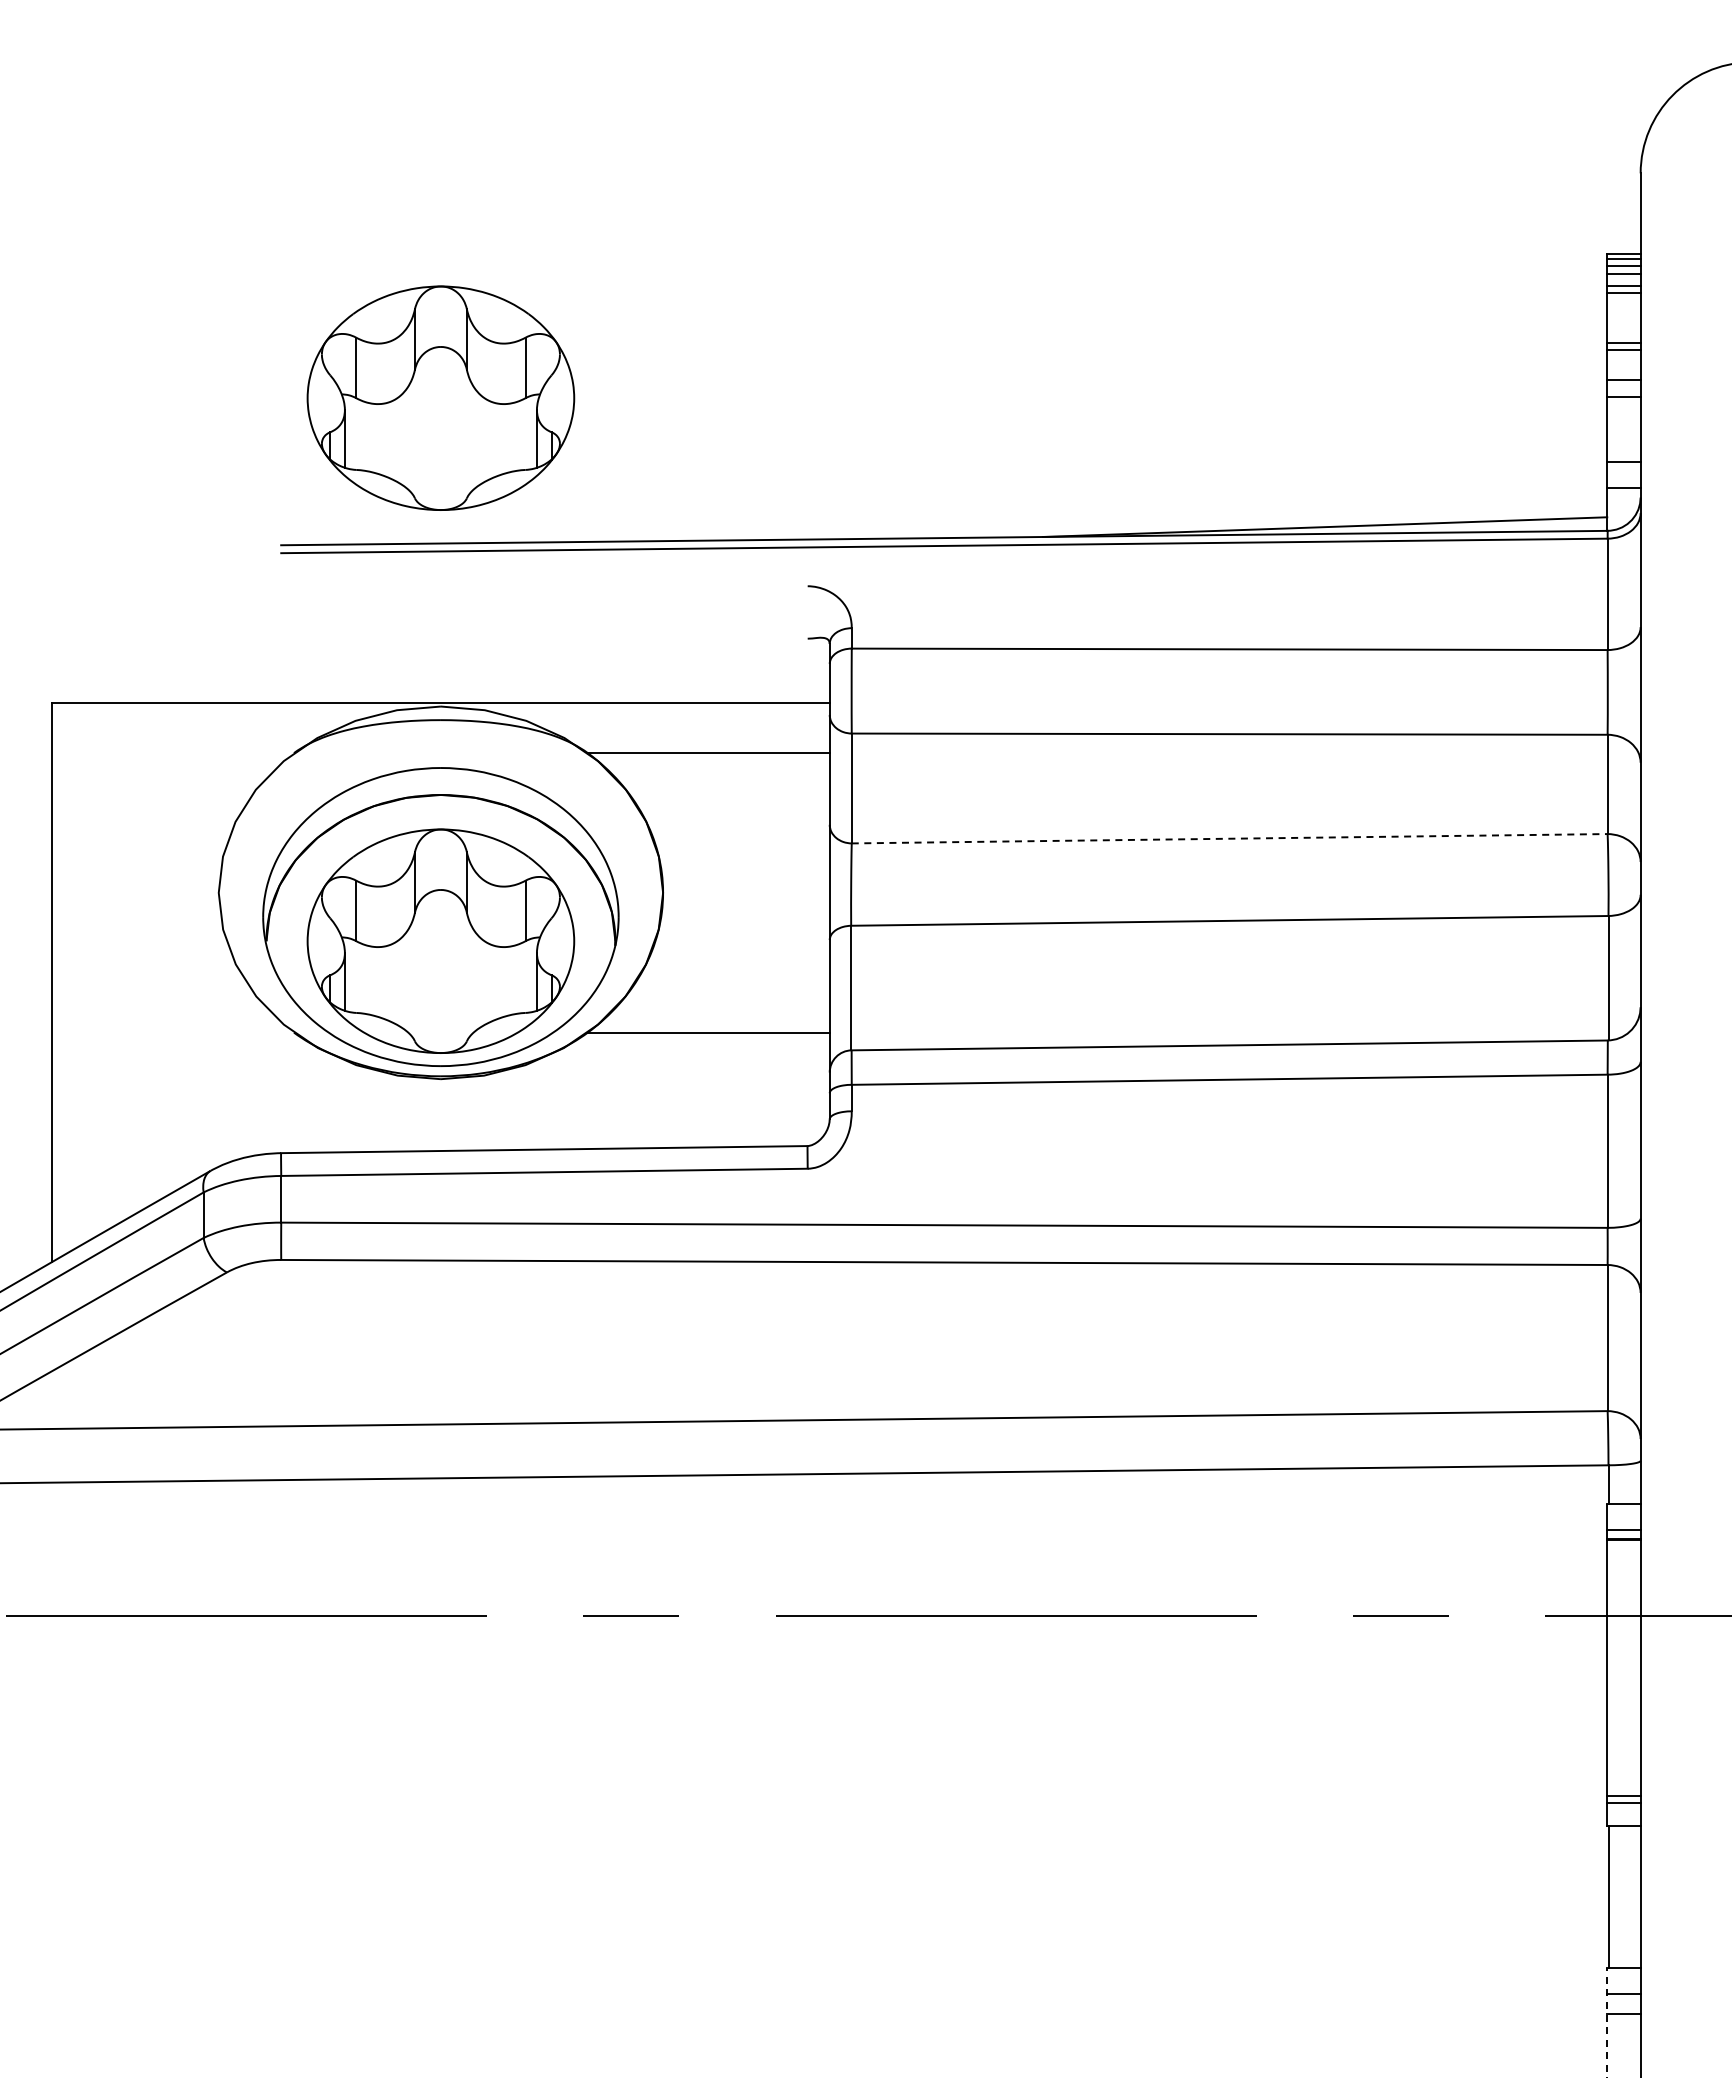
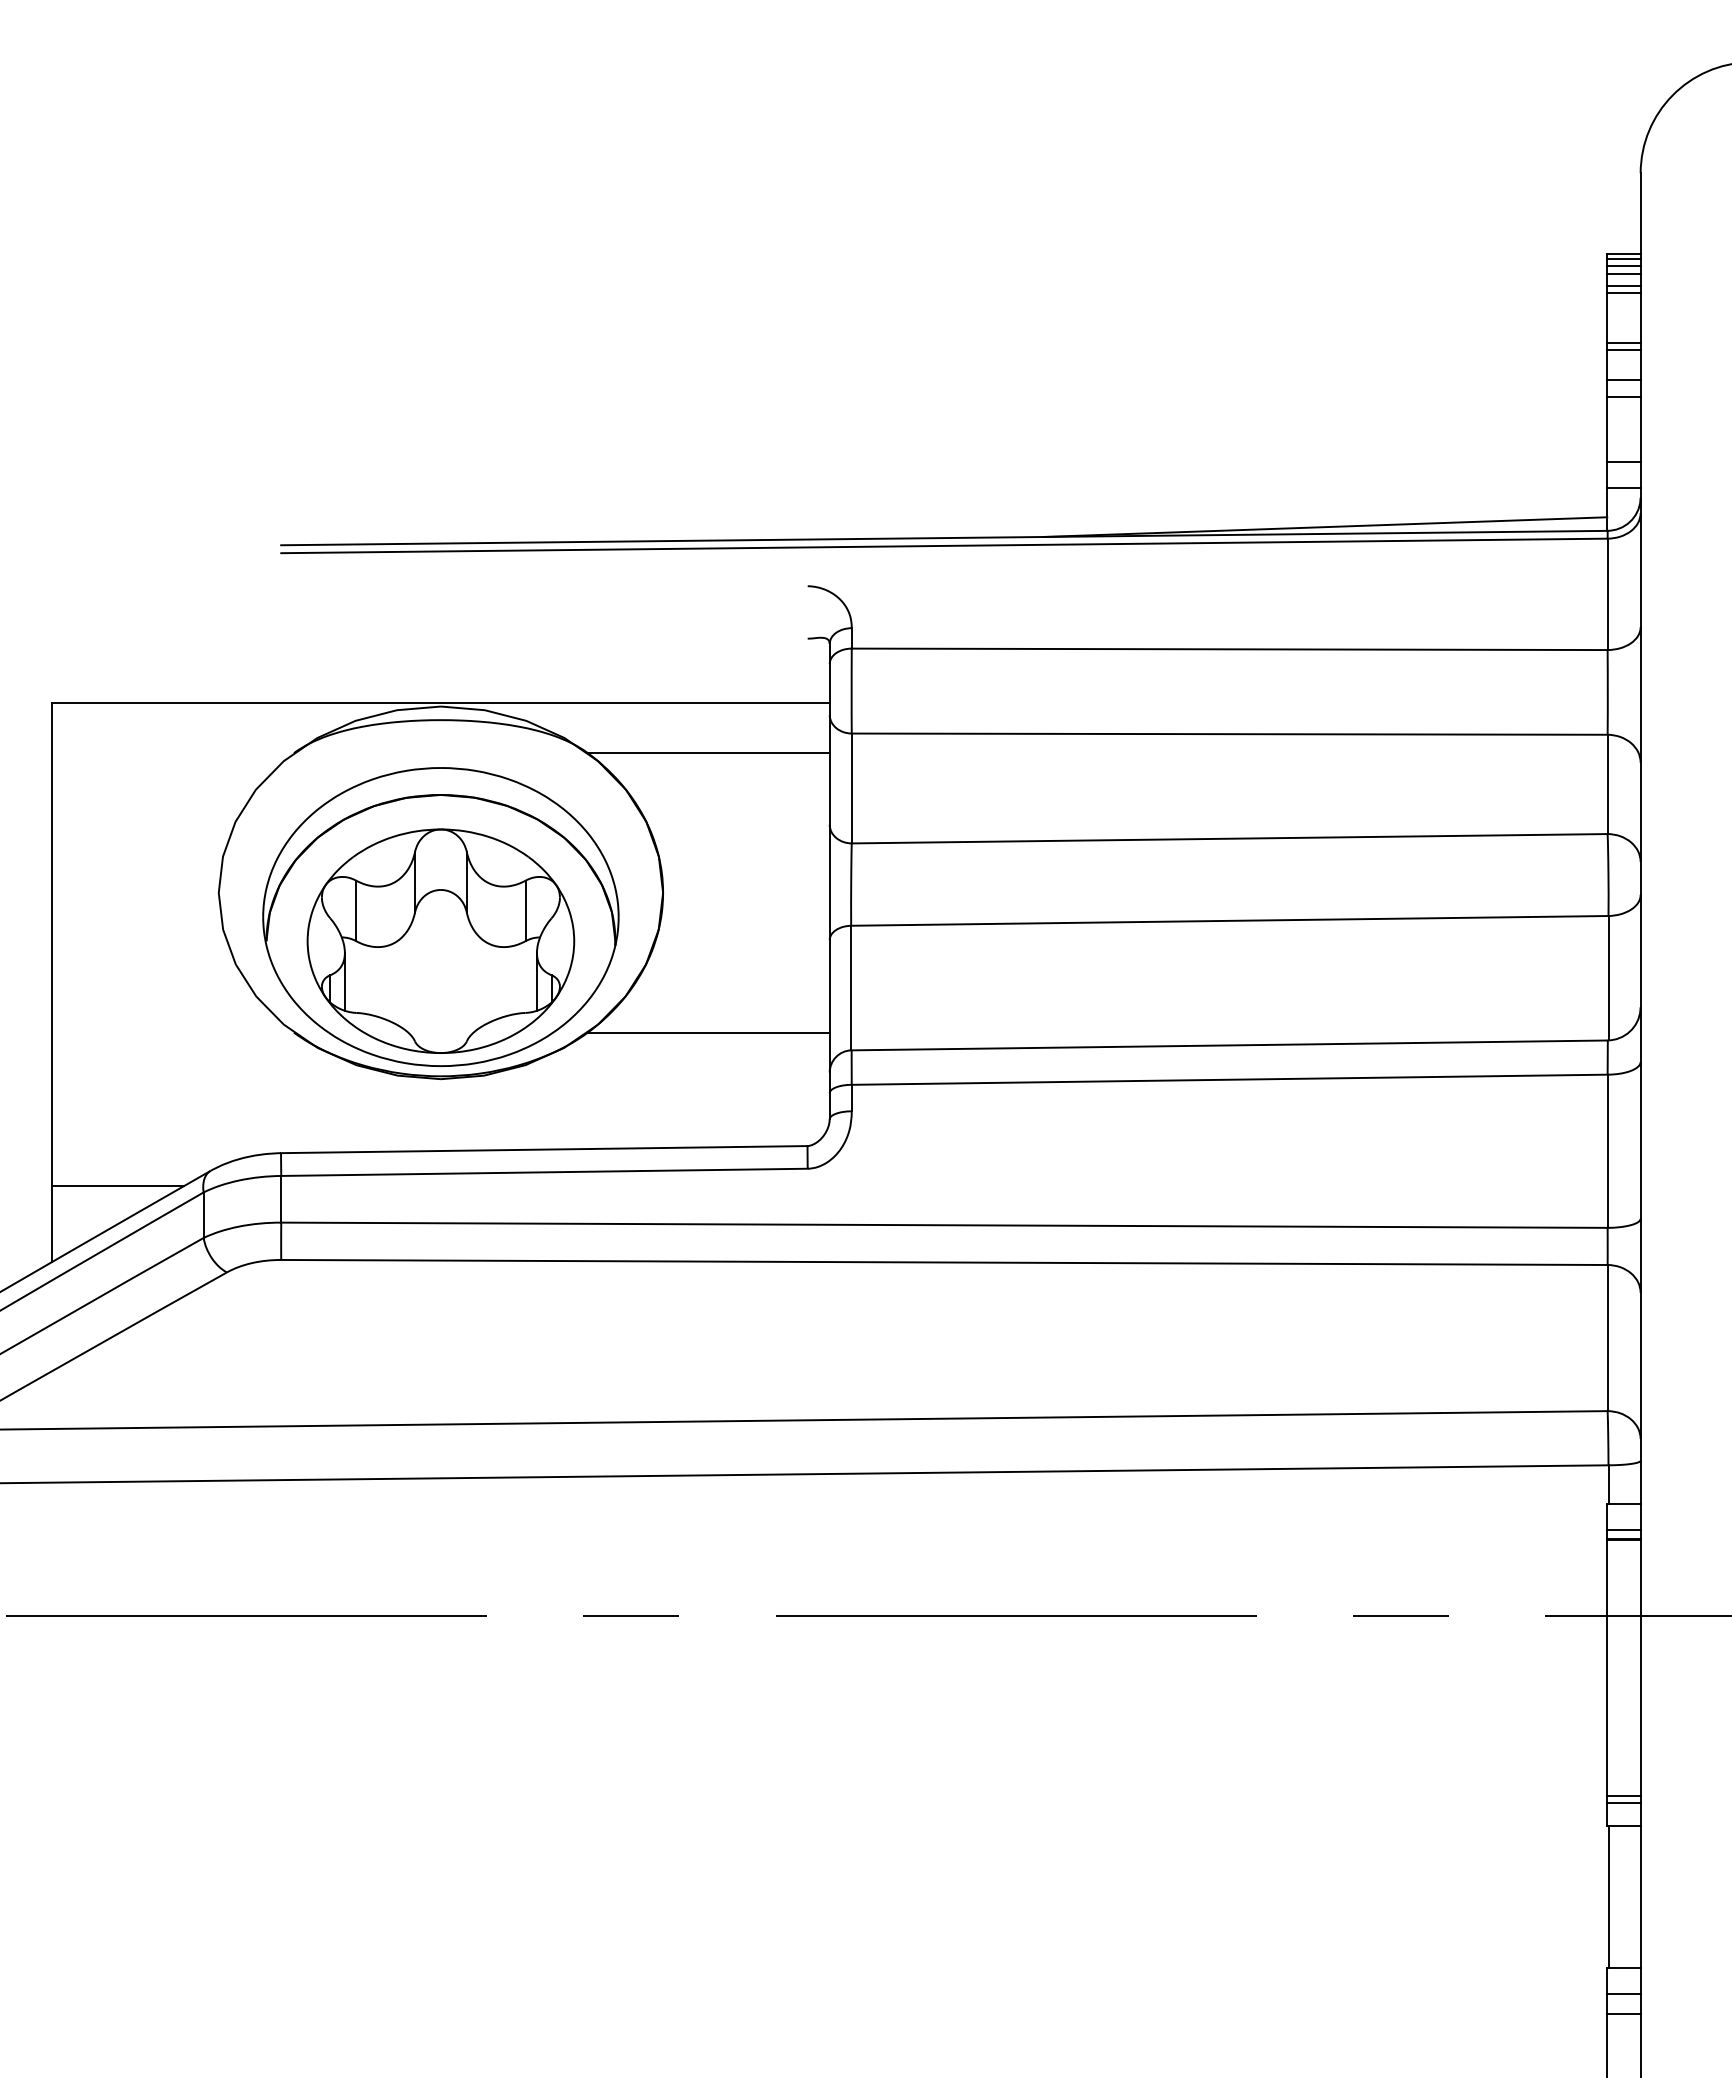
part at (440, 397): present -> none
line at (1229, 838): dashed -> solid
line at (117, 1186): none -> present
line at (1607, 2022): dashed -> solid
